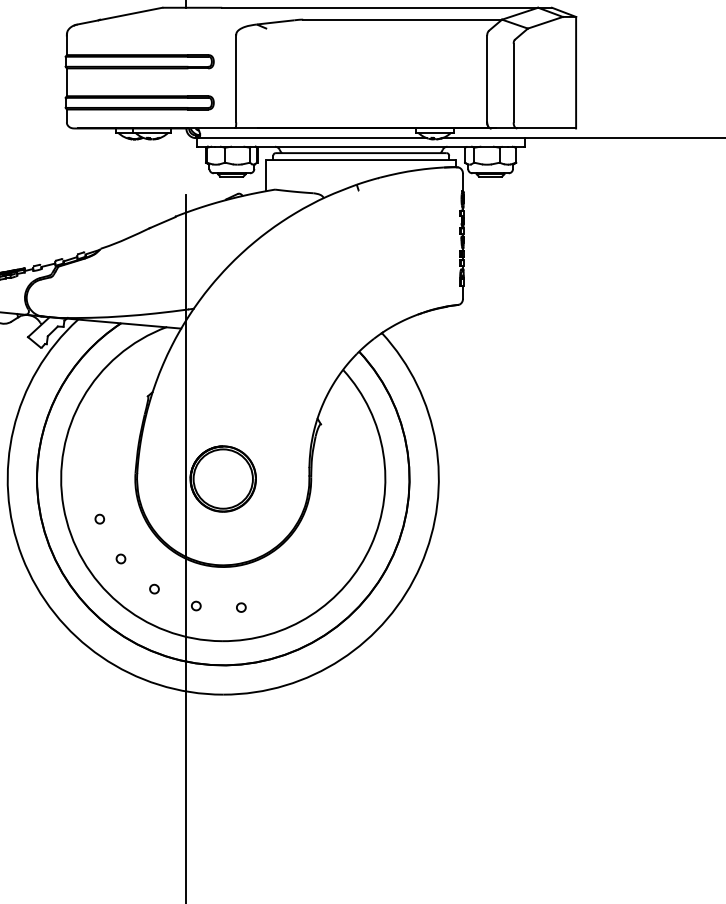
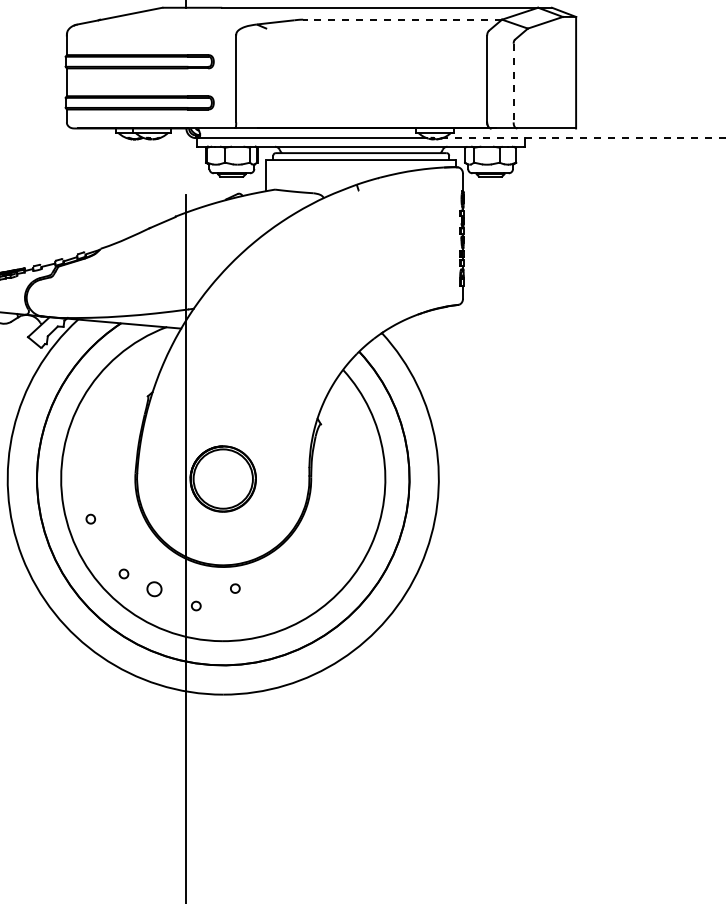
line at (402, 19): solid -> dashed
line at (513, 83): solid -> dashed
line at (583, 138): solid -> dashed
part at (99, 518) position: (99, 518) -> (90, 518)
part at (120, 558) position: (120, 558) -> (123, 573)
part at (154, 588) size: 11x12 px -> 17x17 px
part at (241, 607) position: (241, 607) -> (235, 588)
